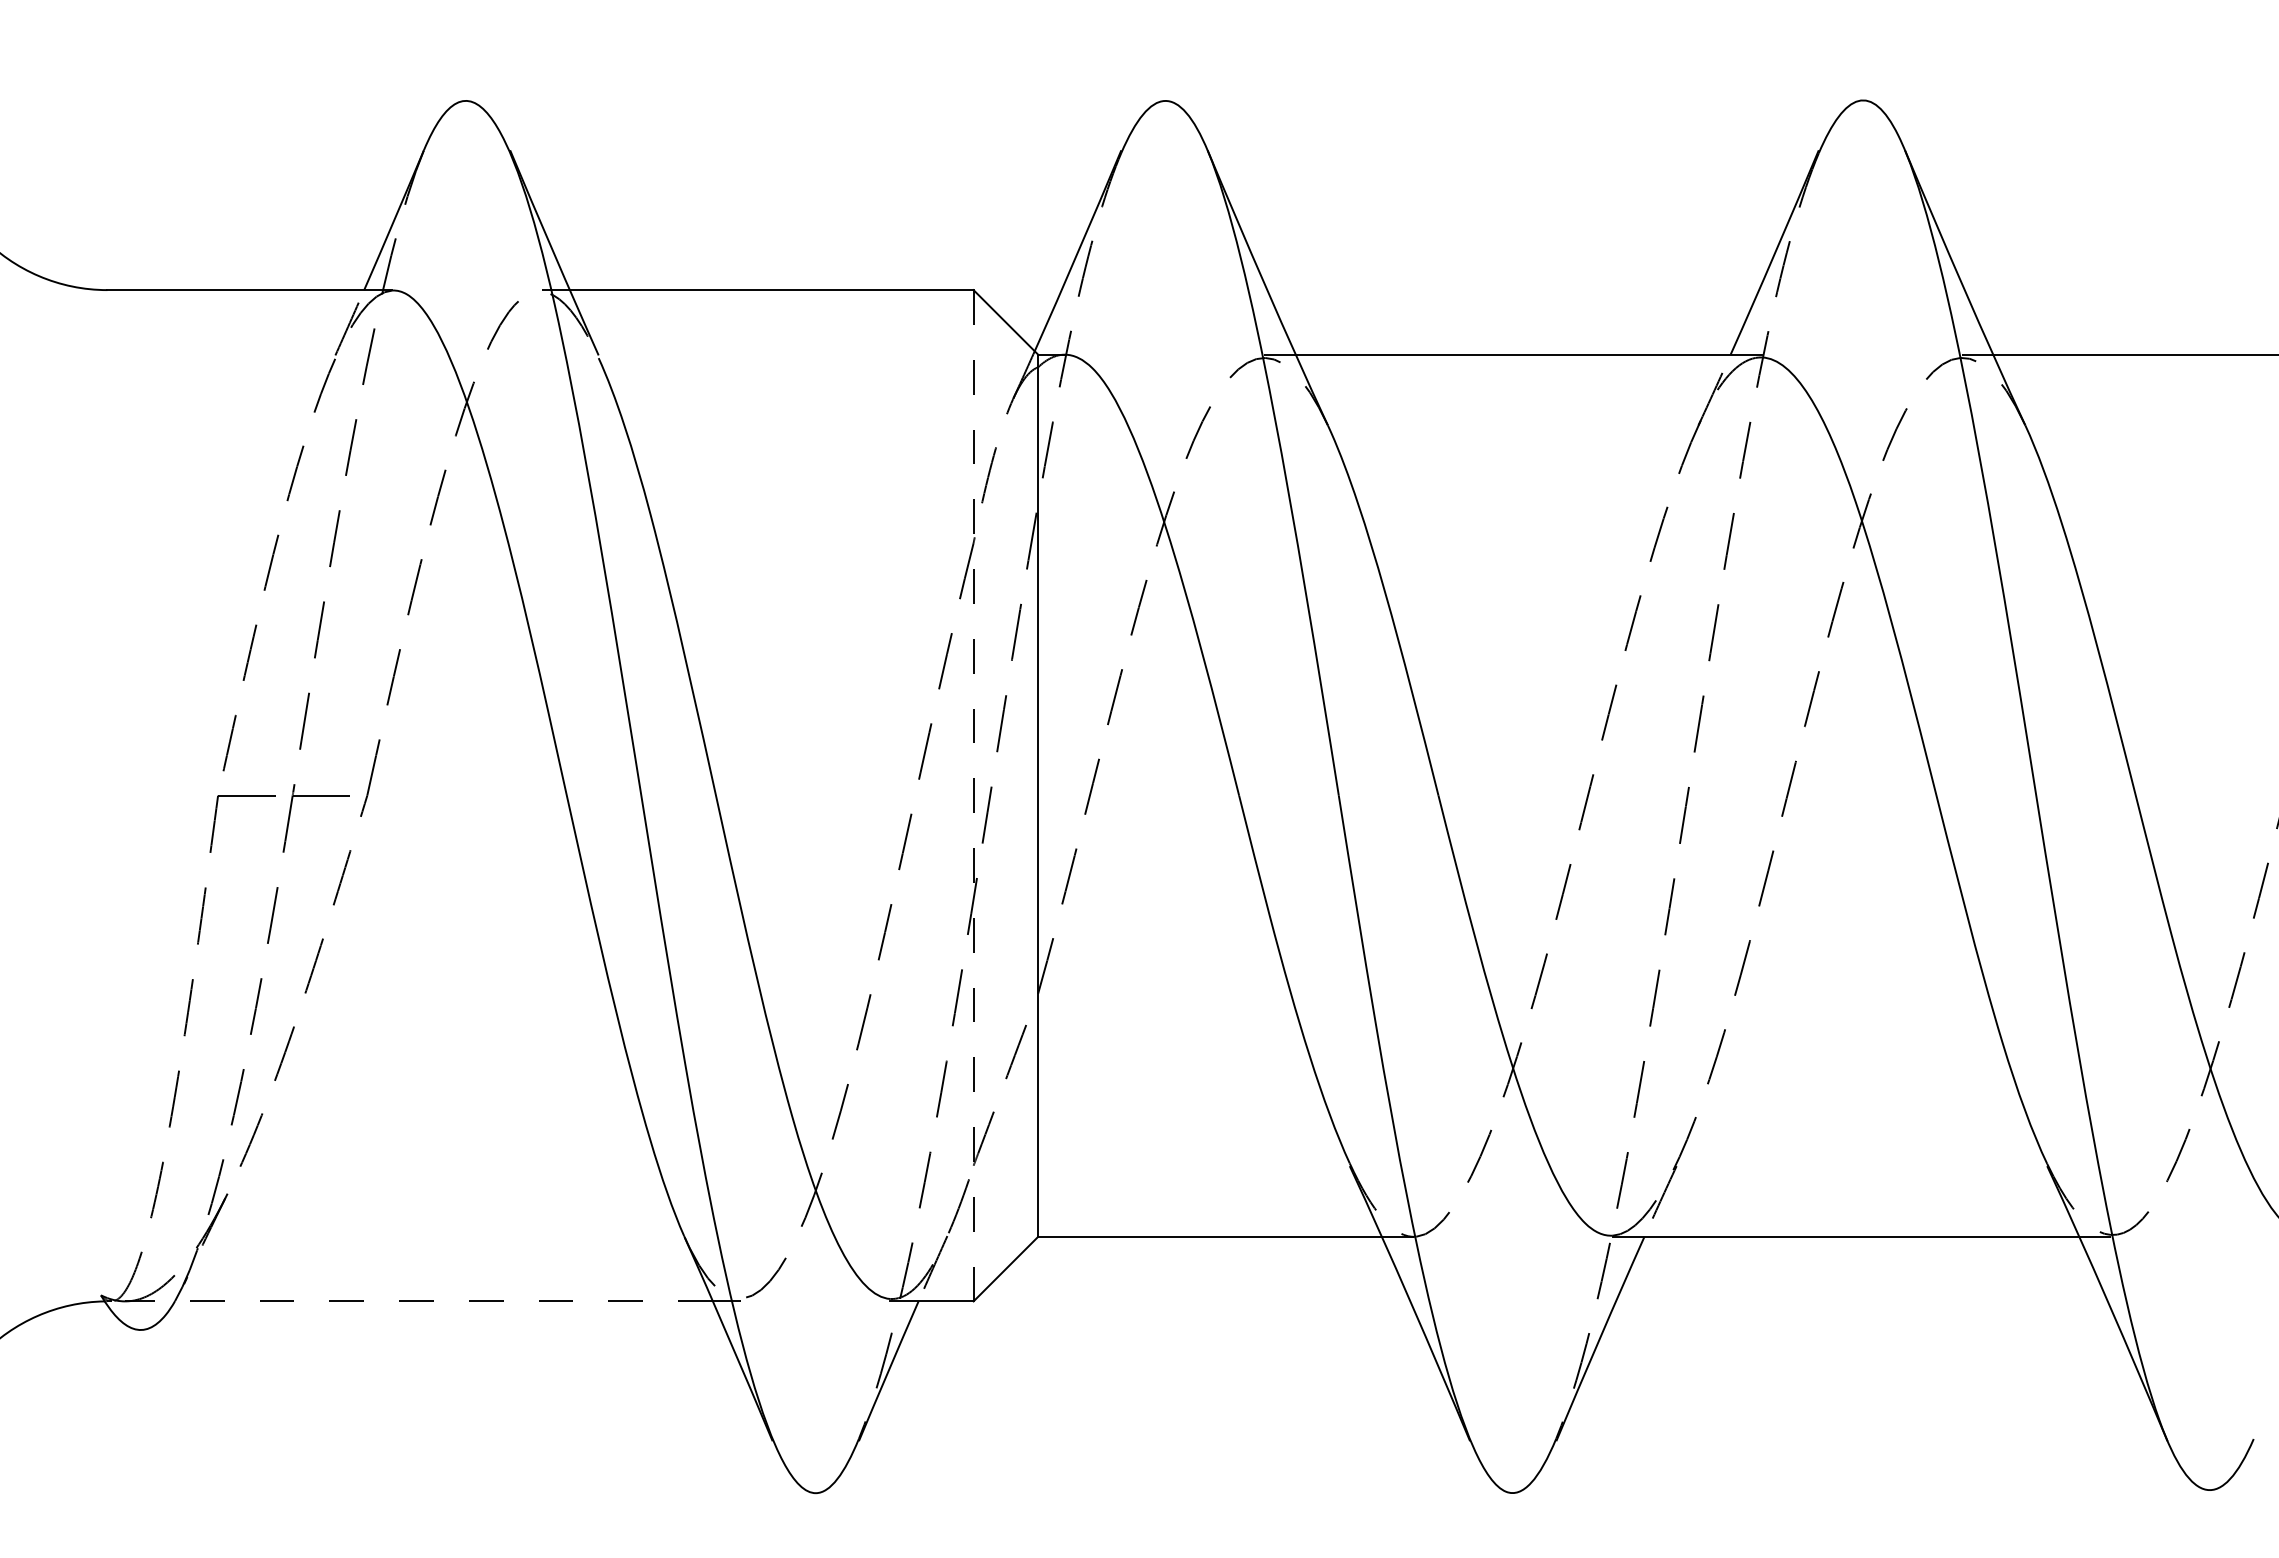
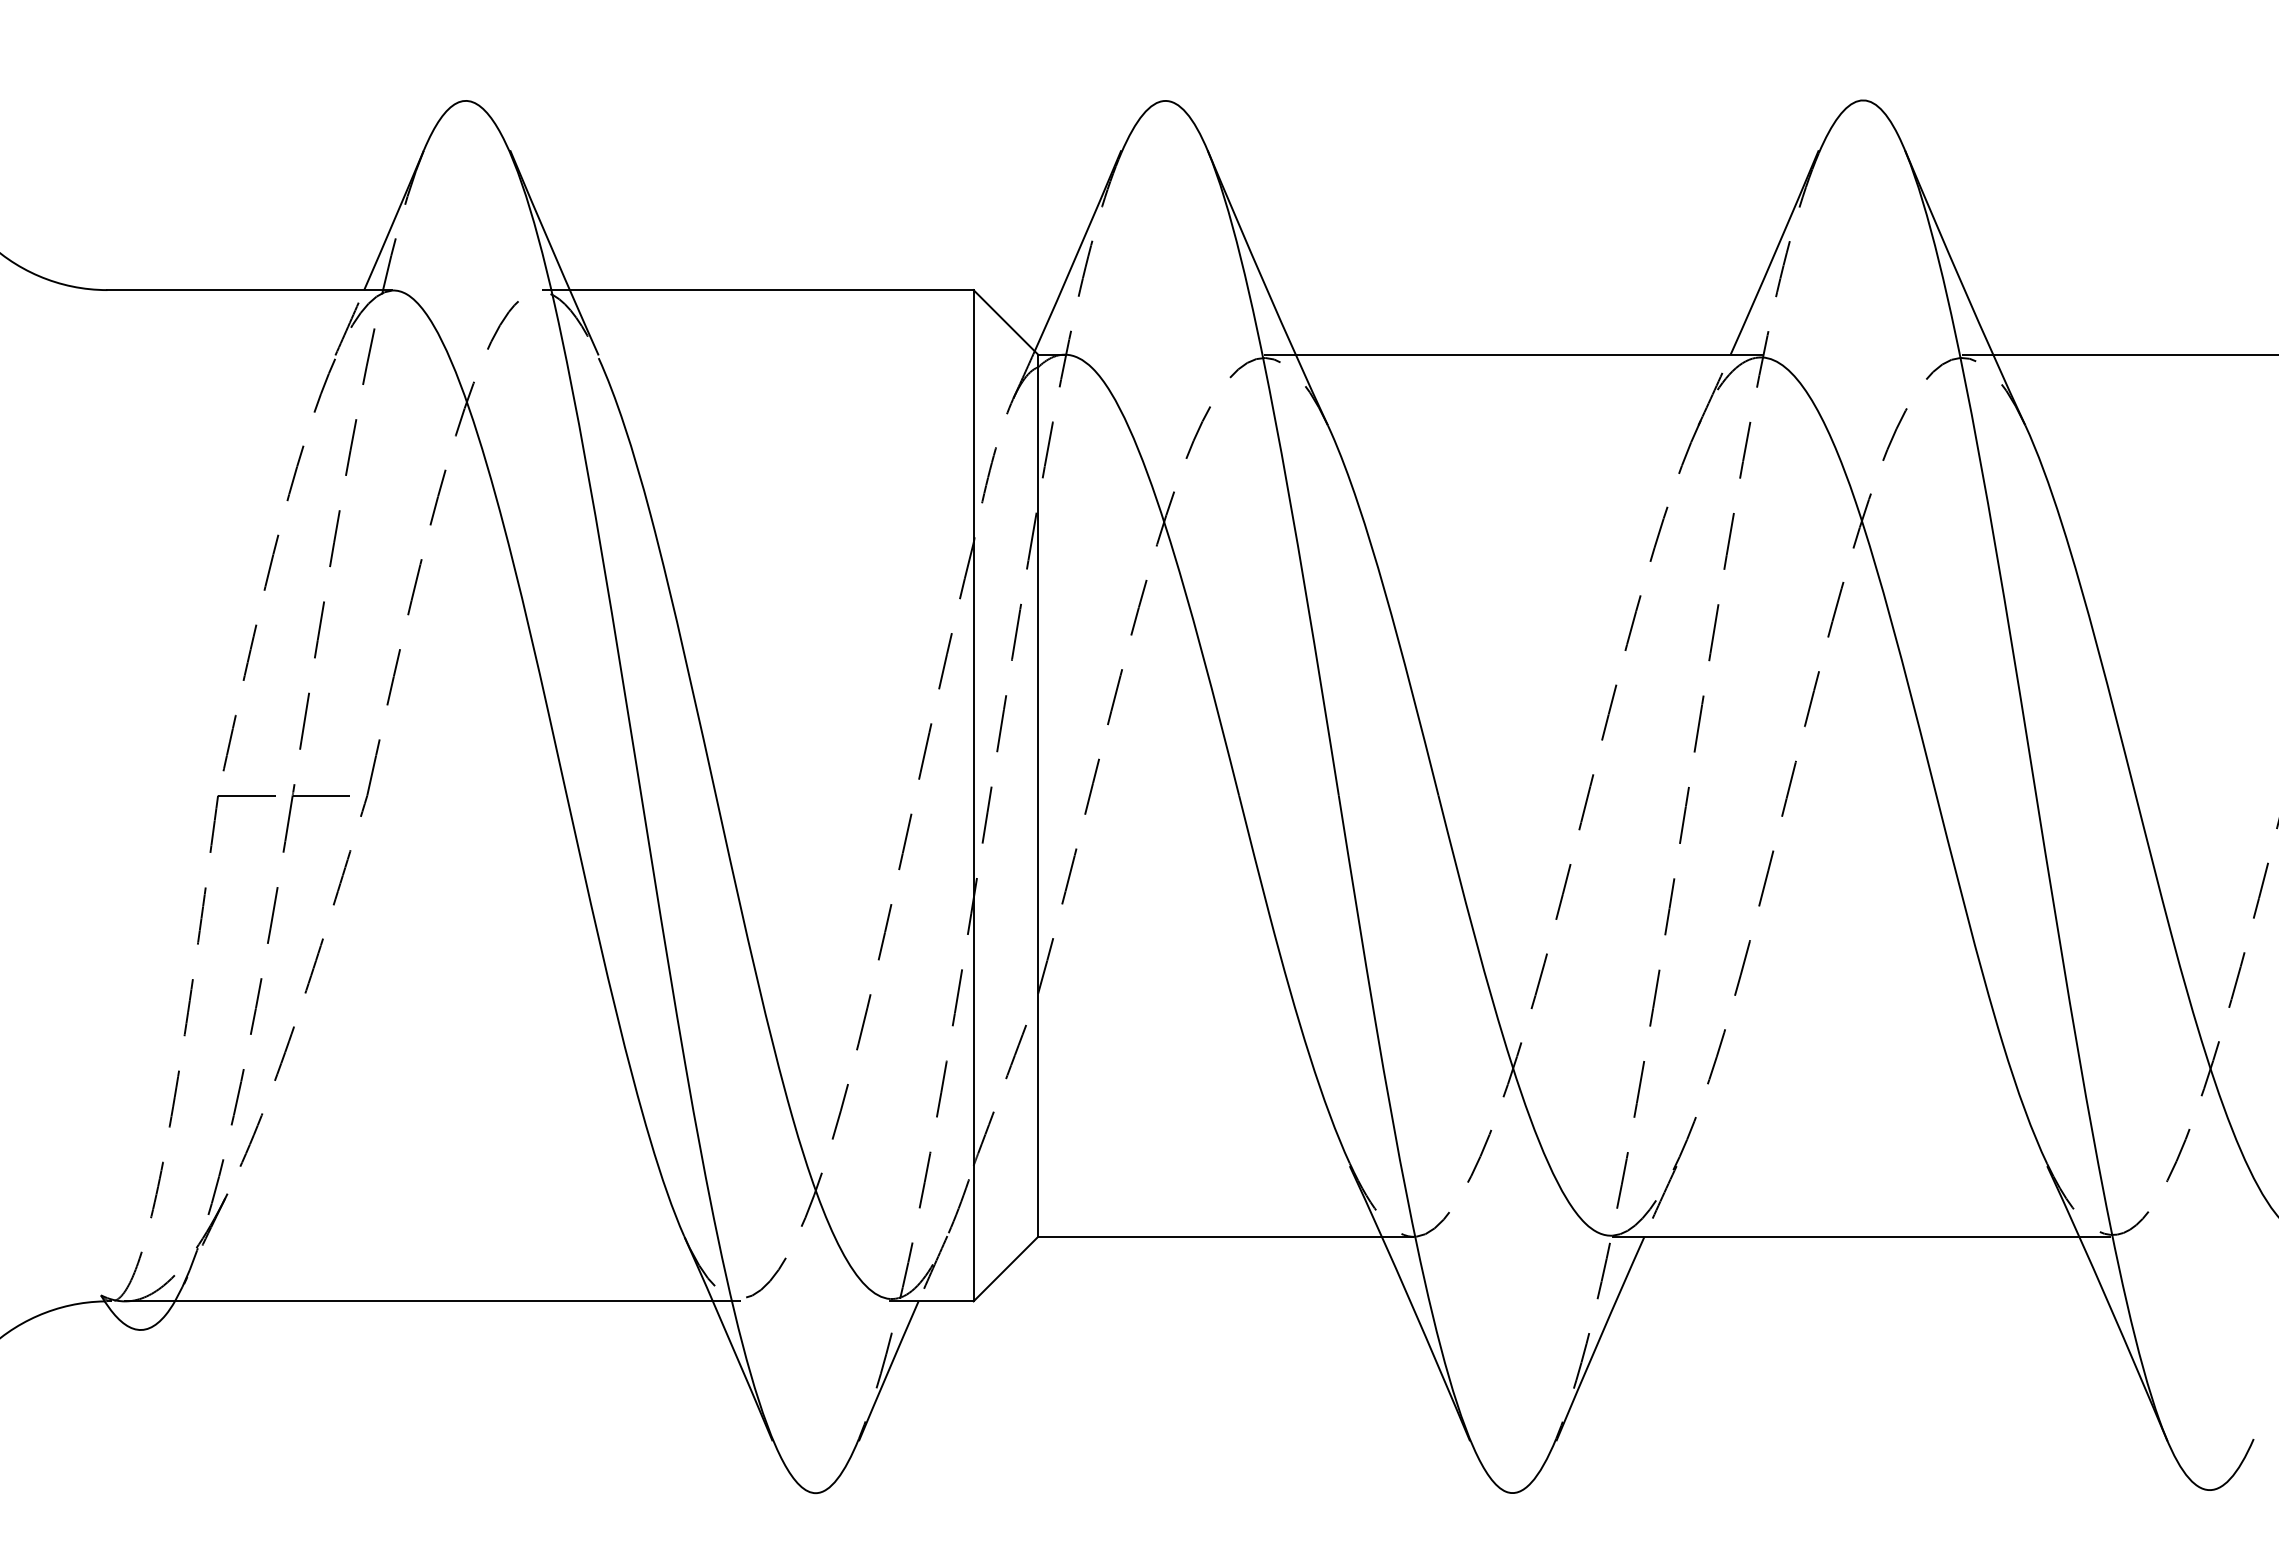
line at (973, 795): dashed -> solid
line at (419, 1301): dashed -> solid
